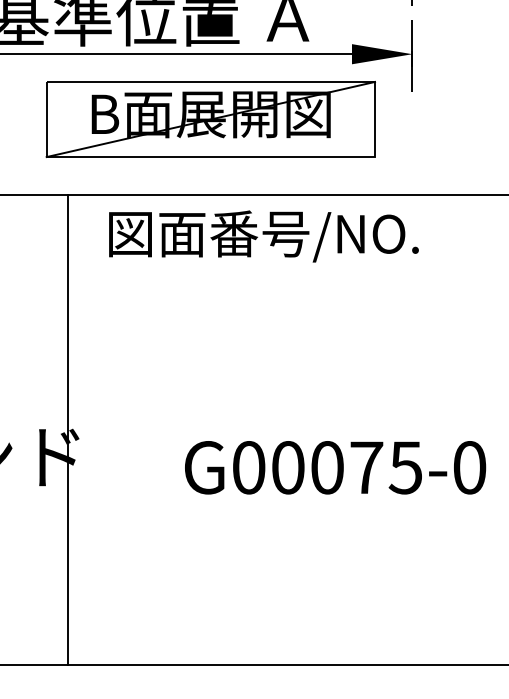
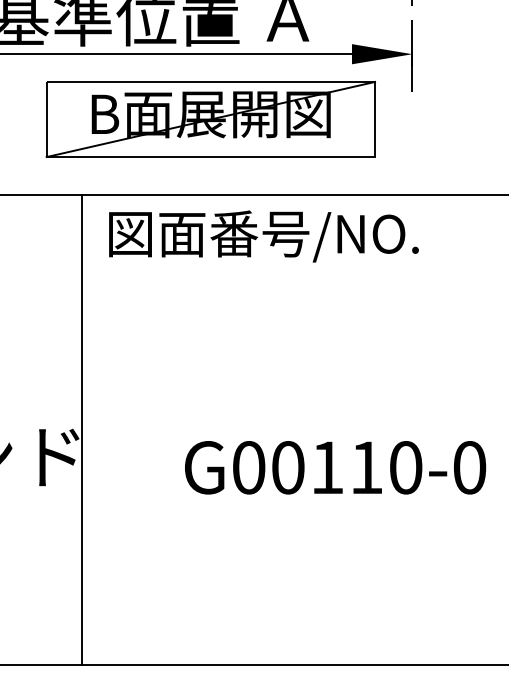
line at (67, 429) position: (67, 429) -> (81, 429)
text at (366, 467): G00075-0 -> G00110-0
